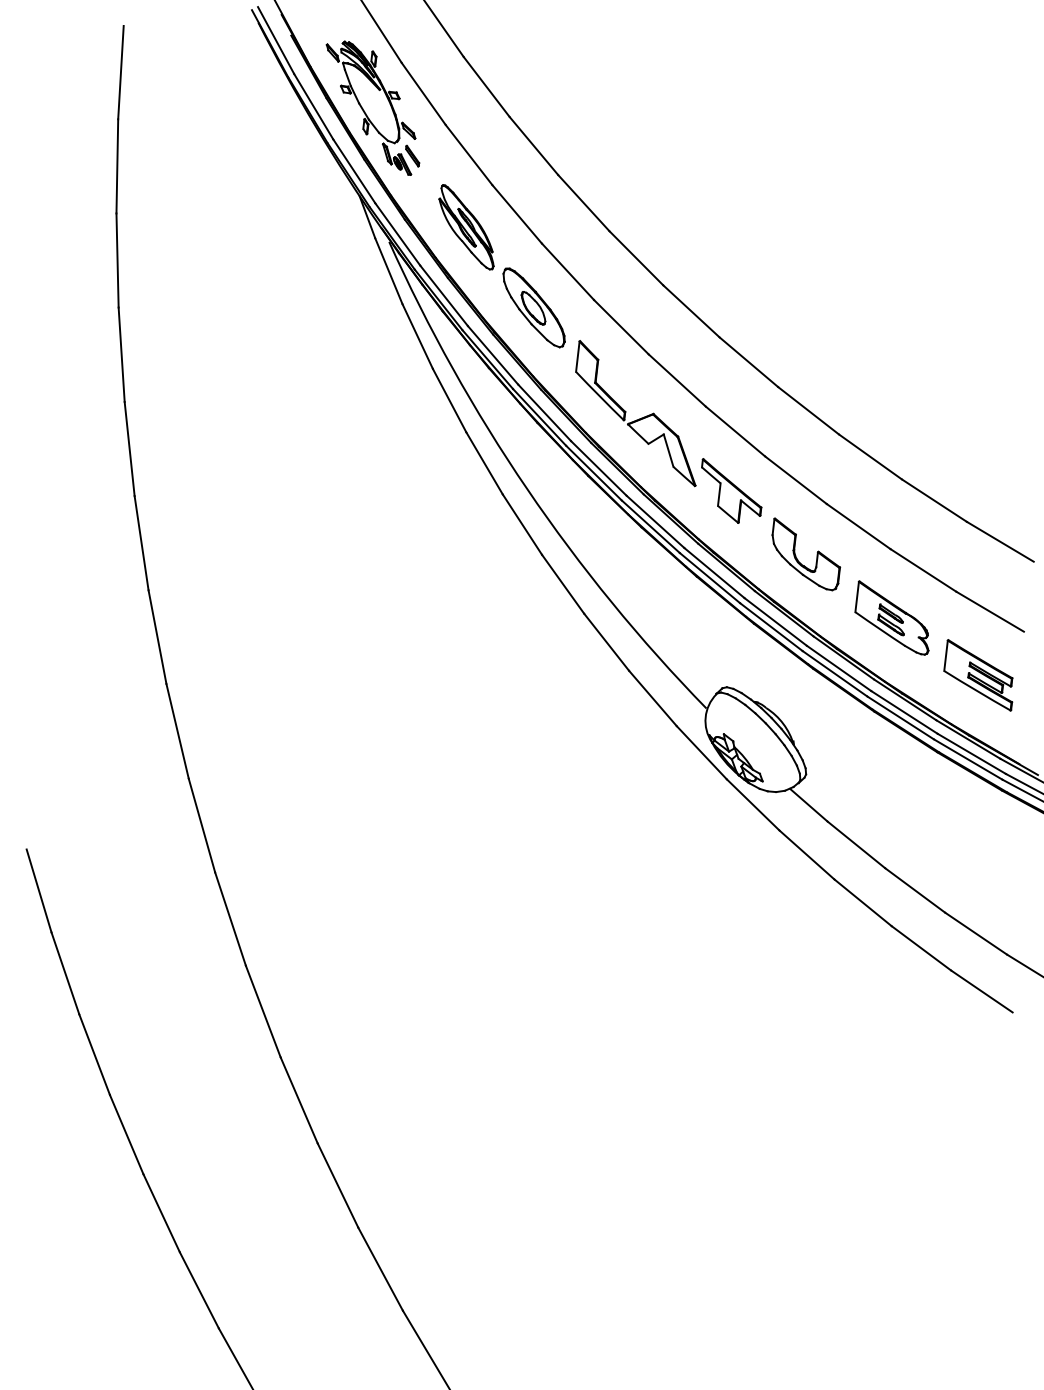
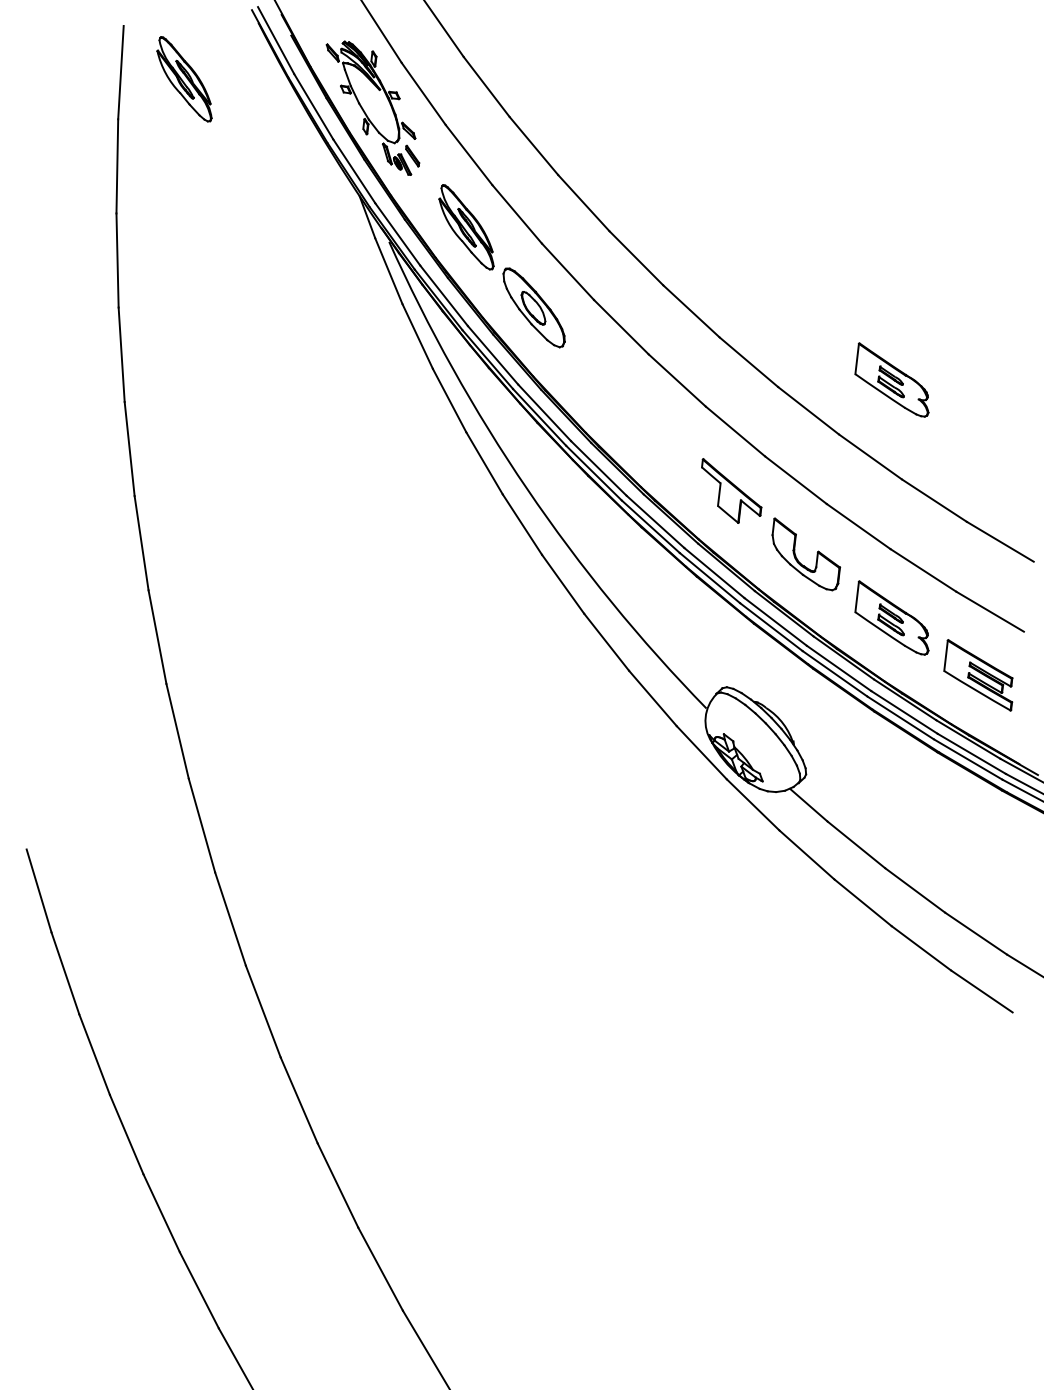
part at (184, 79): none -> present
part at (891, 379): none -> present
part at (636, 419): present -> none
